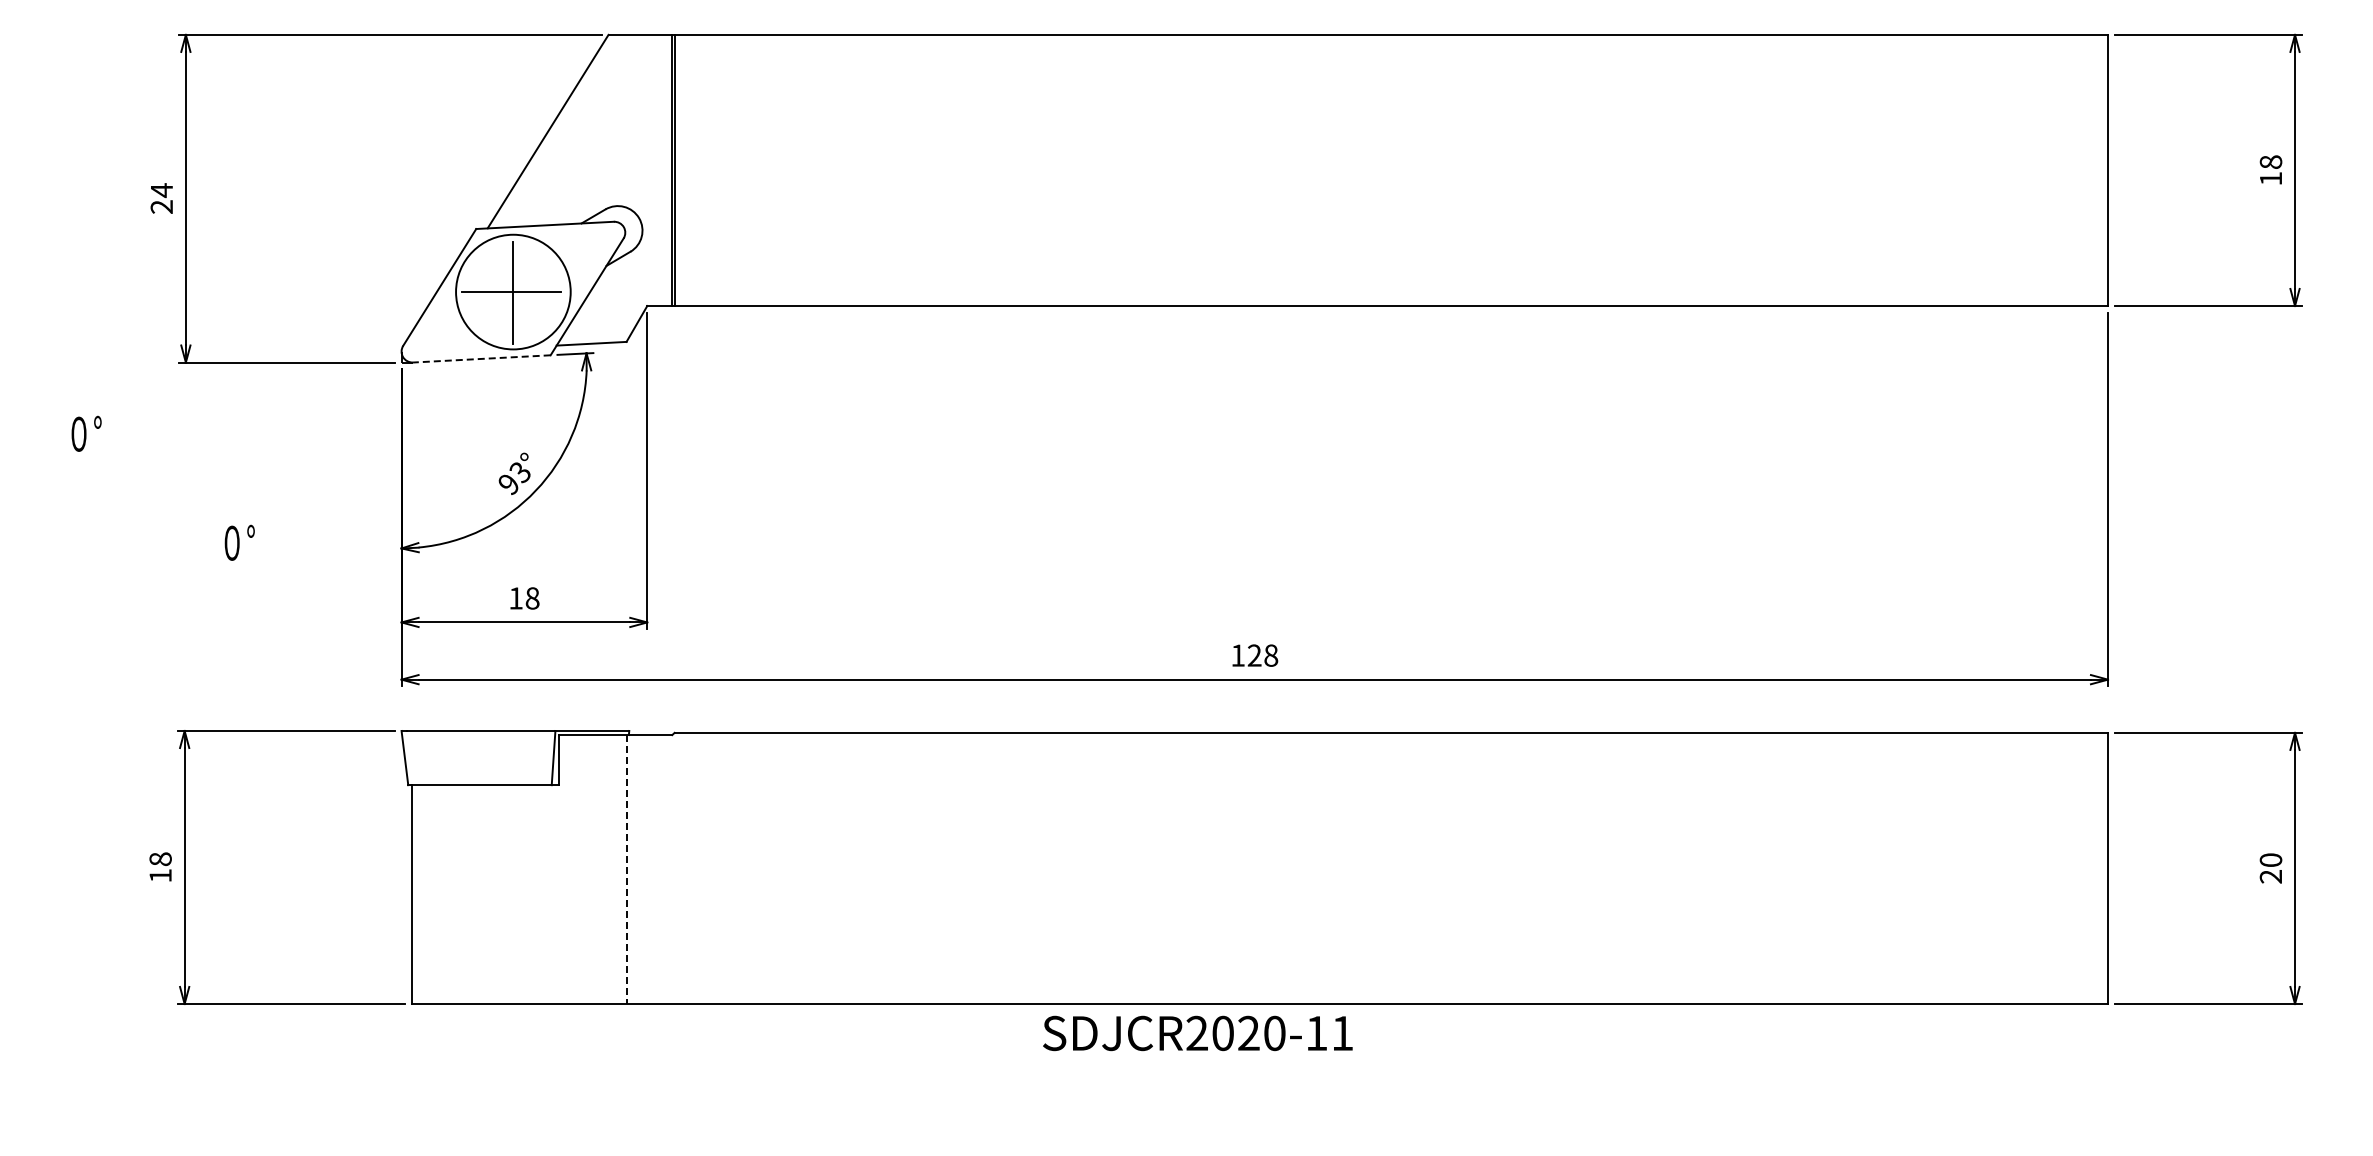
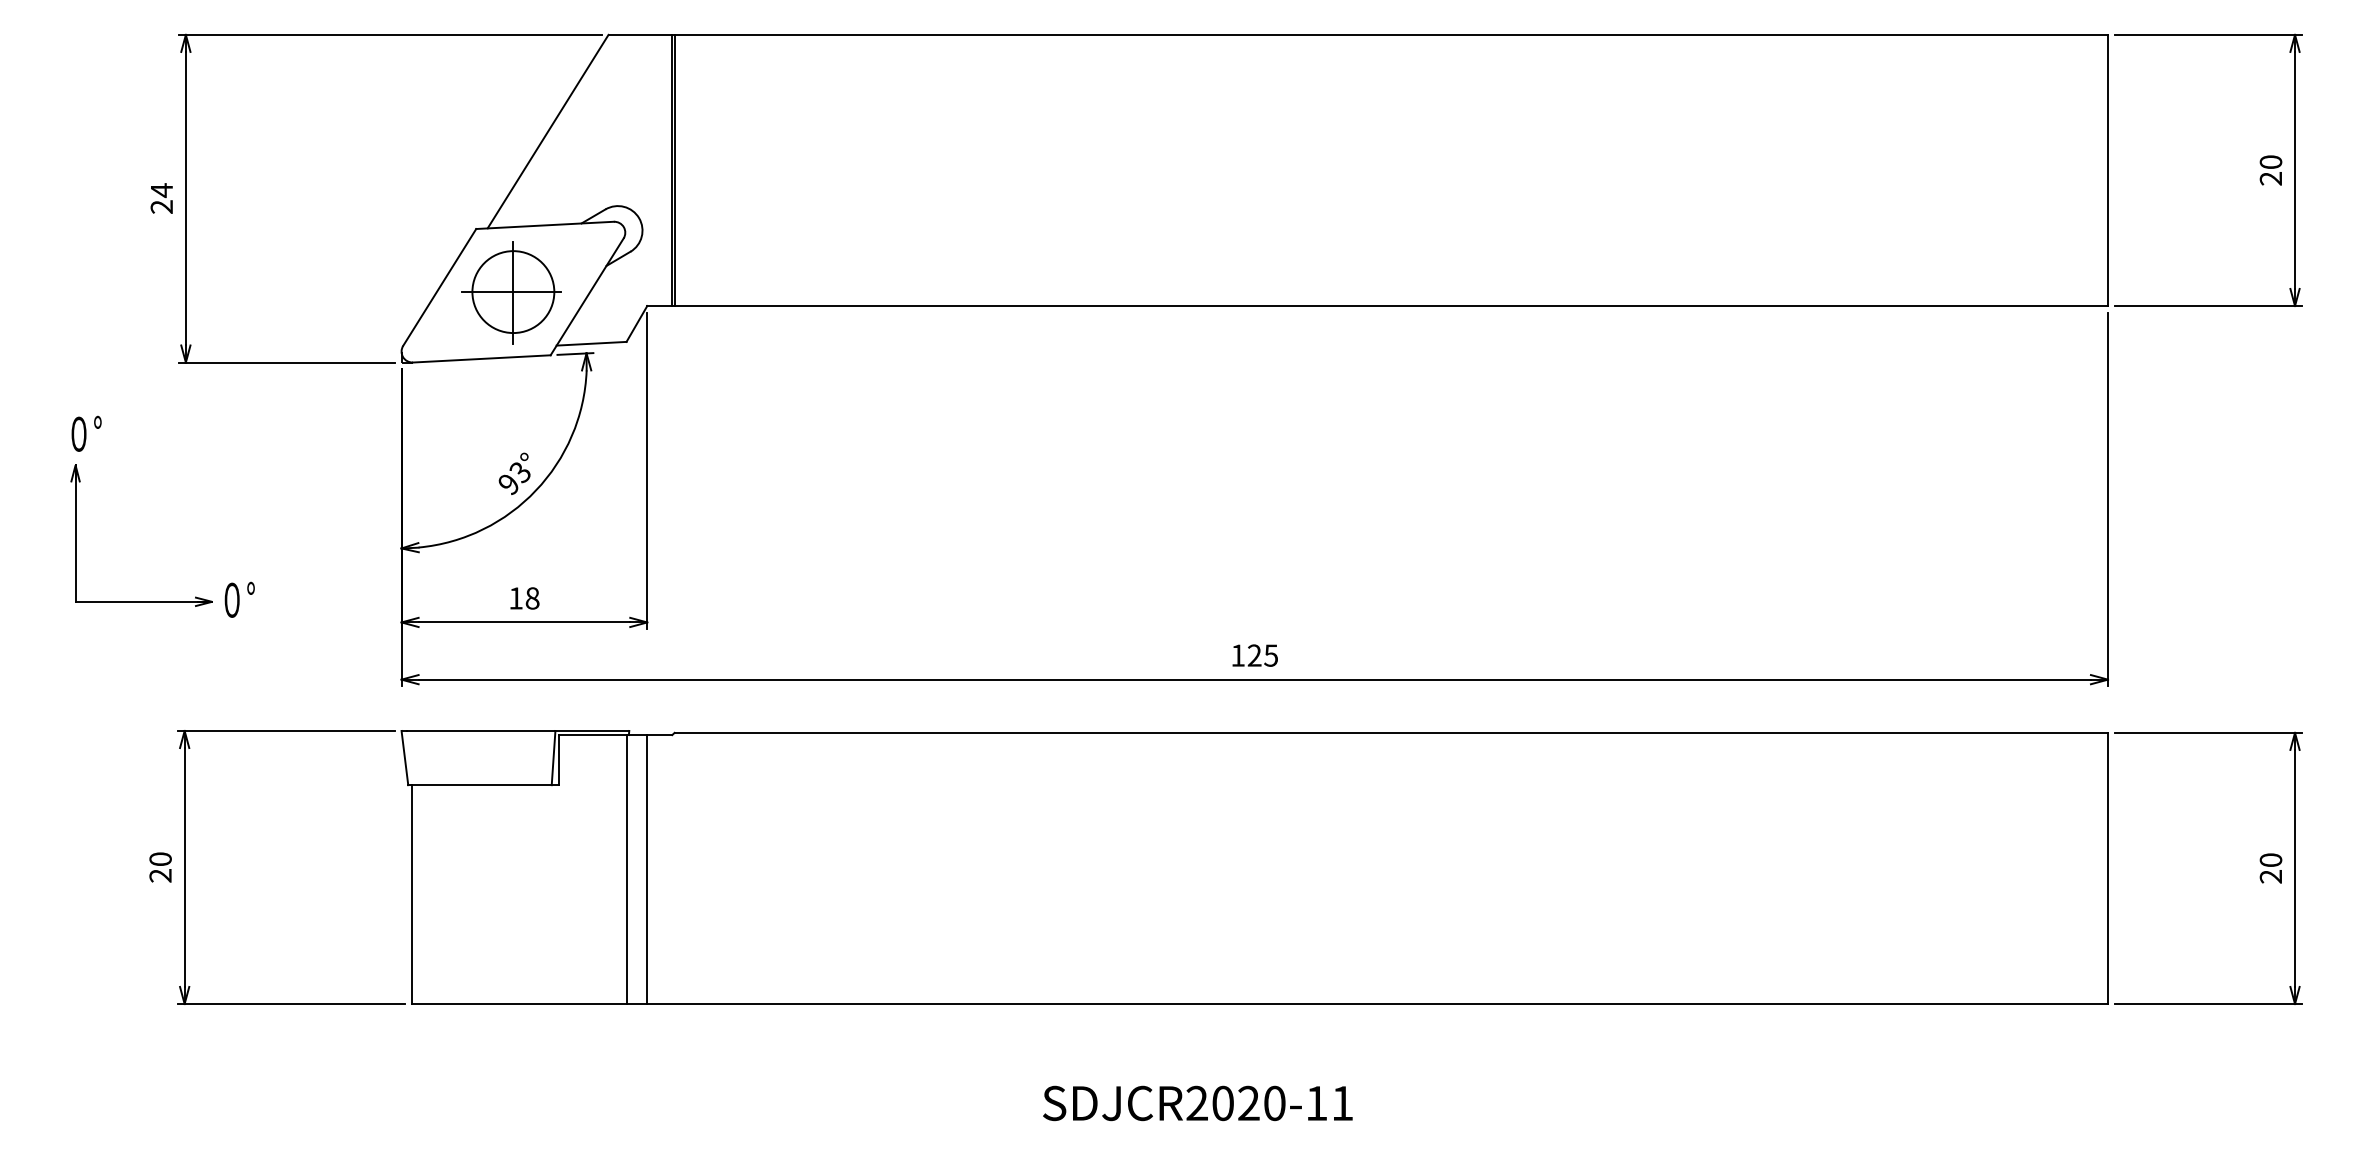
text at (2270, 170): 18 -> 20
circle at (513, 291) diameter: 115 px -> 82 px
line at (481, 358): dashed -> solid
part at (76, 535): none -> present
text at (239, 542) position: (239, 542) -> (239, 599)
text at (1271, 655): 128 -> 125
text at (160, 867): 18 -> 20
line at (647, 869): none -> present
line at (626, 870): dashed -> solid
text at (1197, 1033) position: (1197, 1033) -> (1197, 1103)
